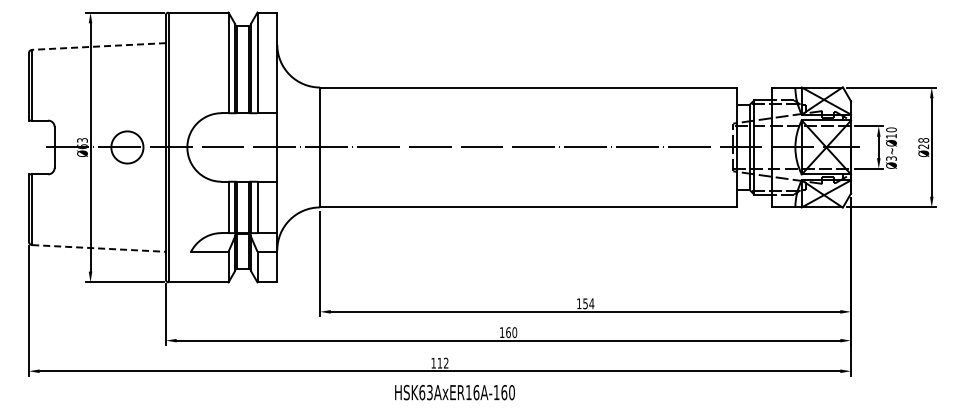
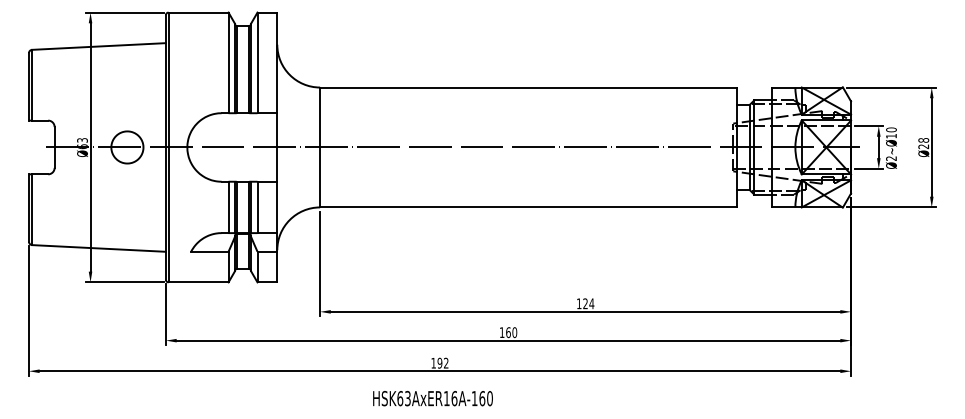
line at (99, 46): dashed -> solid
text at (891, 158): Ø3~Ø -> Ø2~Ø
line at (99, 248): dashed -> solid
text at (585, 303): 154 -> 124
text at (439, 362): 112 -> 192
text at (454, 392) position: (454, 392) -> (432, 398)
